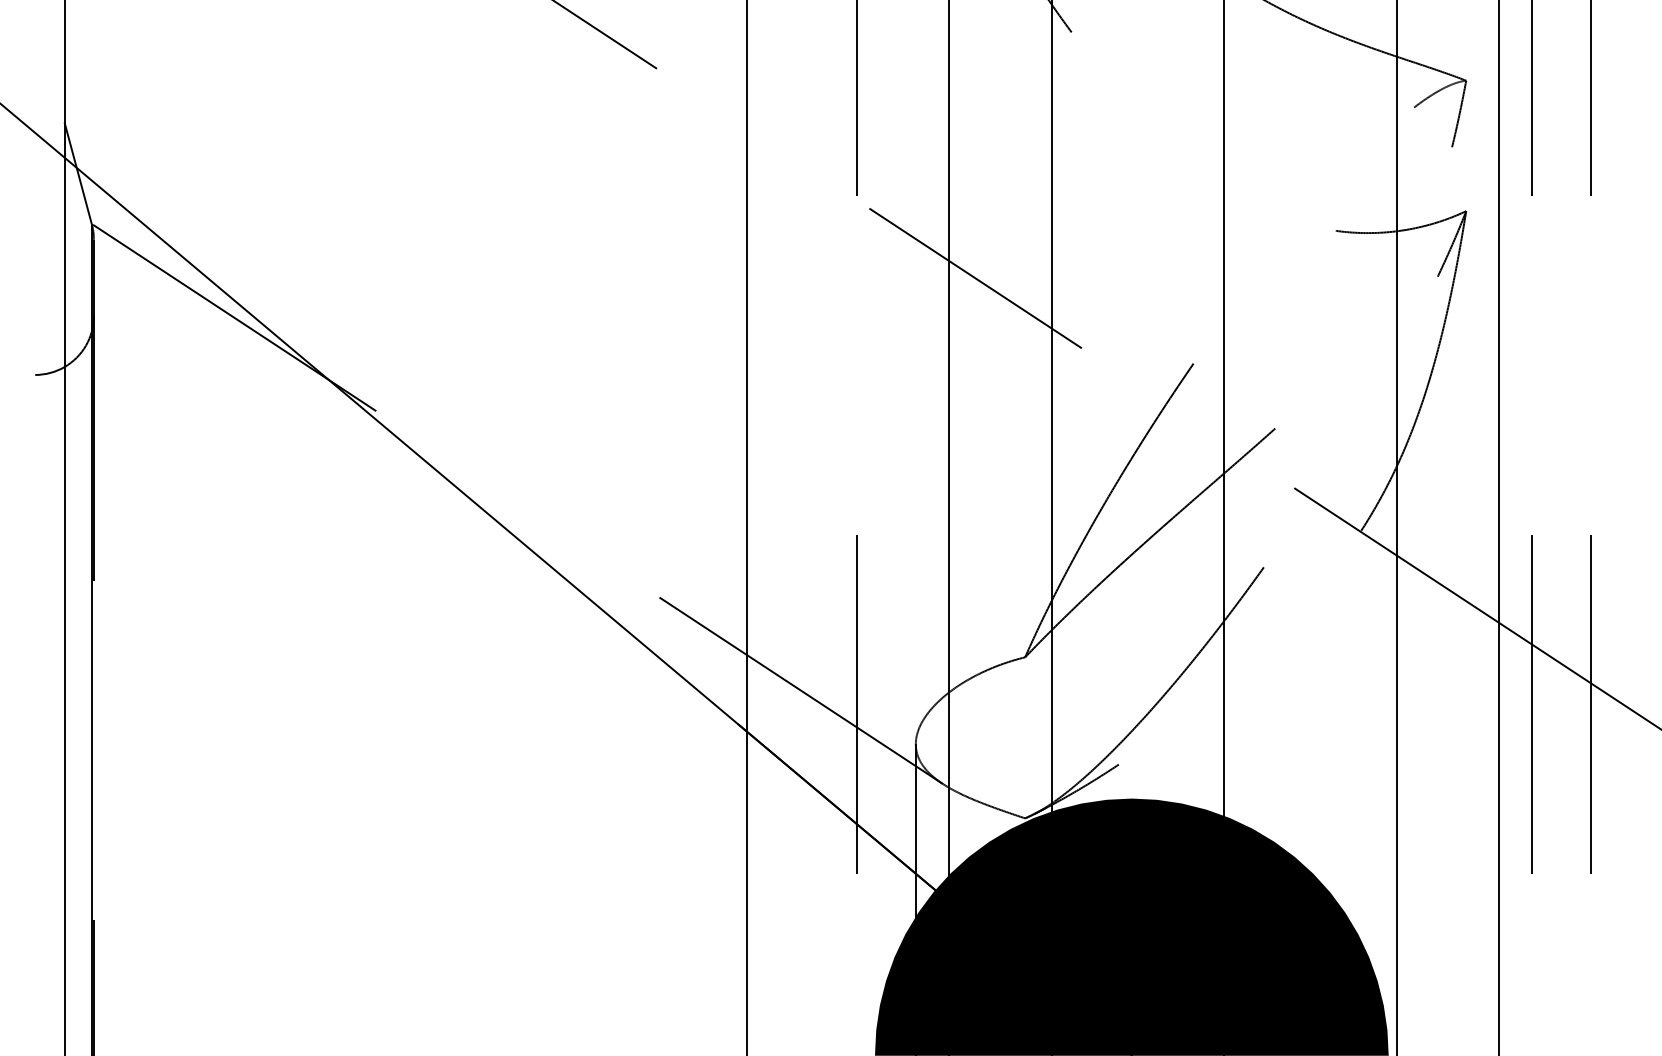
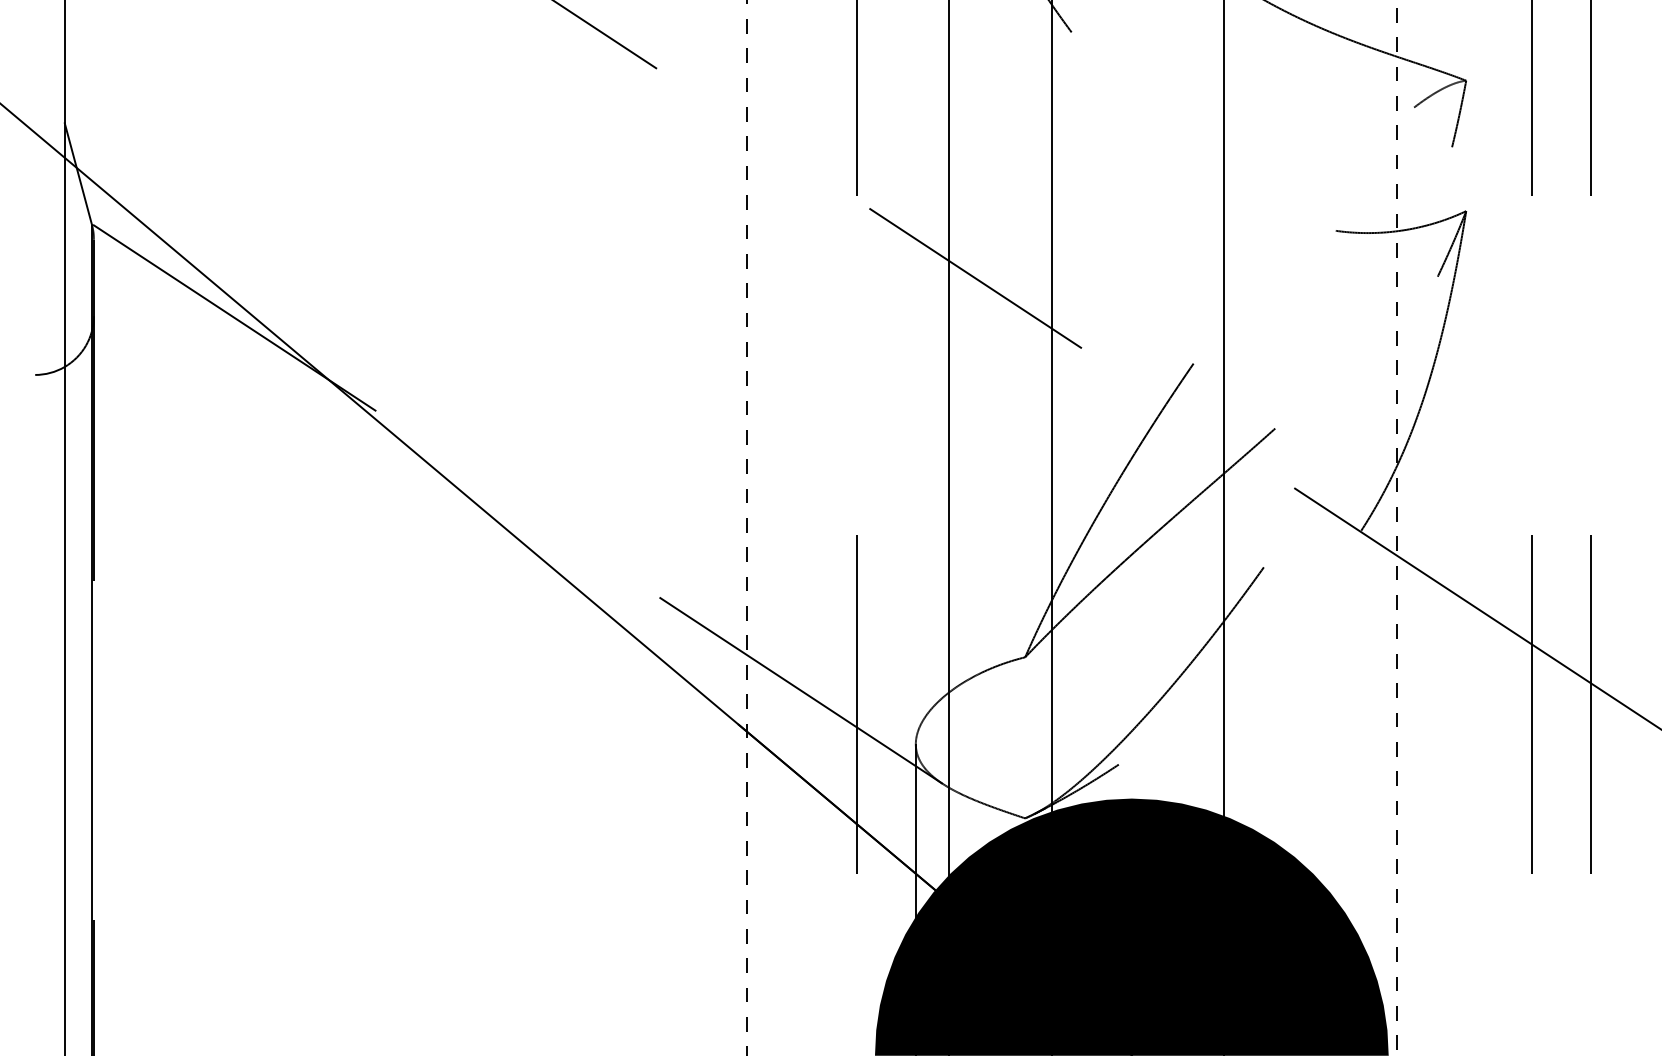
line at (747, 527): solid -> dashed
line at (1396, 527): solid -> dashed
line at (1499, 527): present -> none
